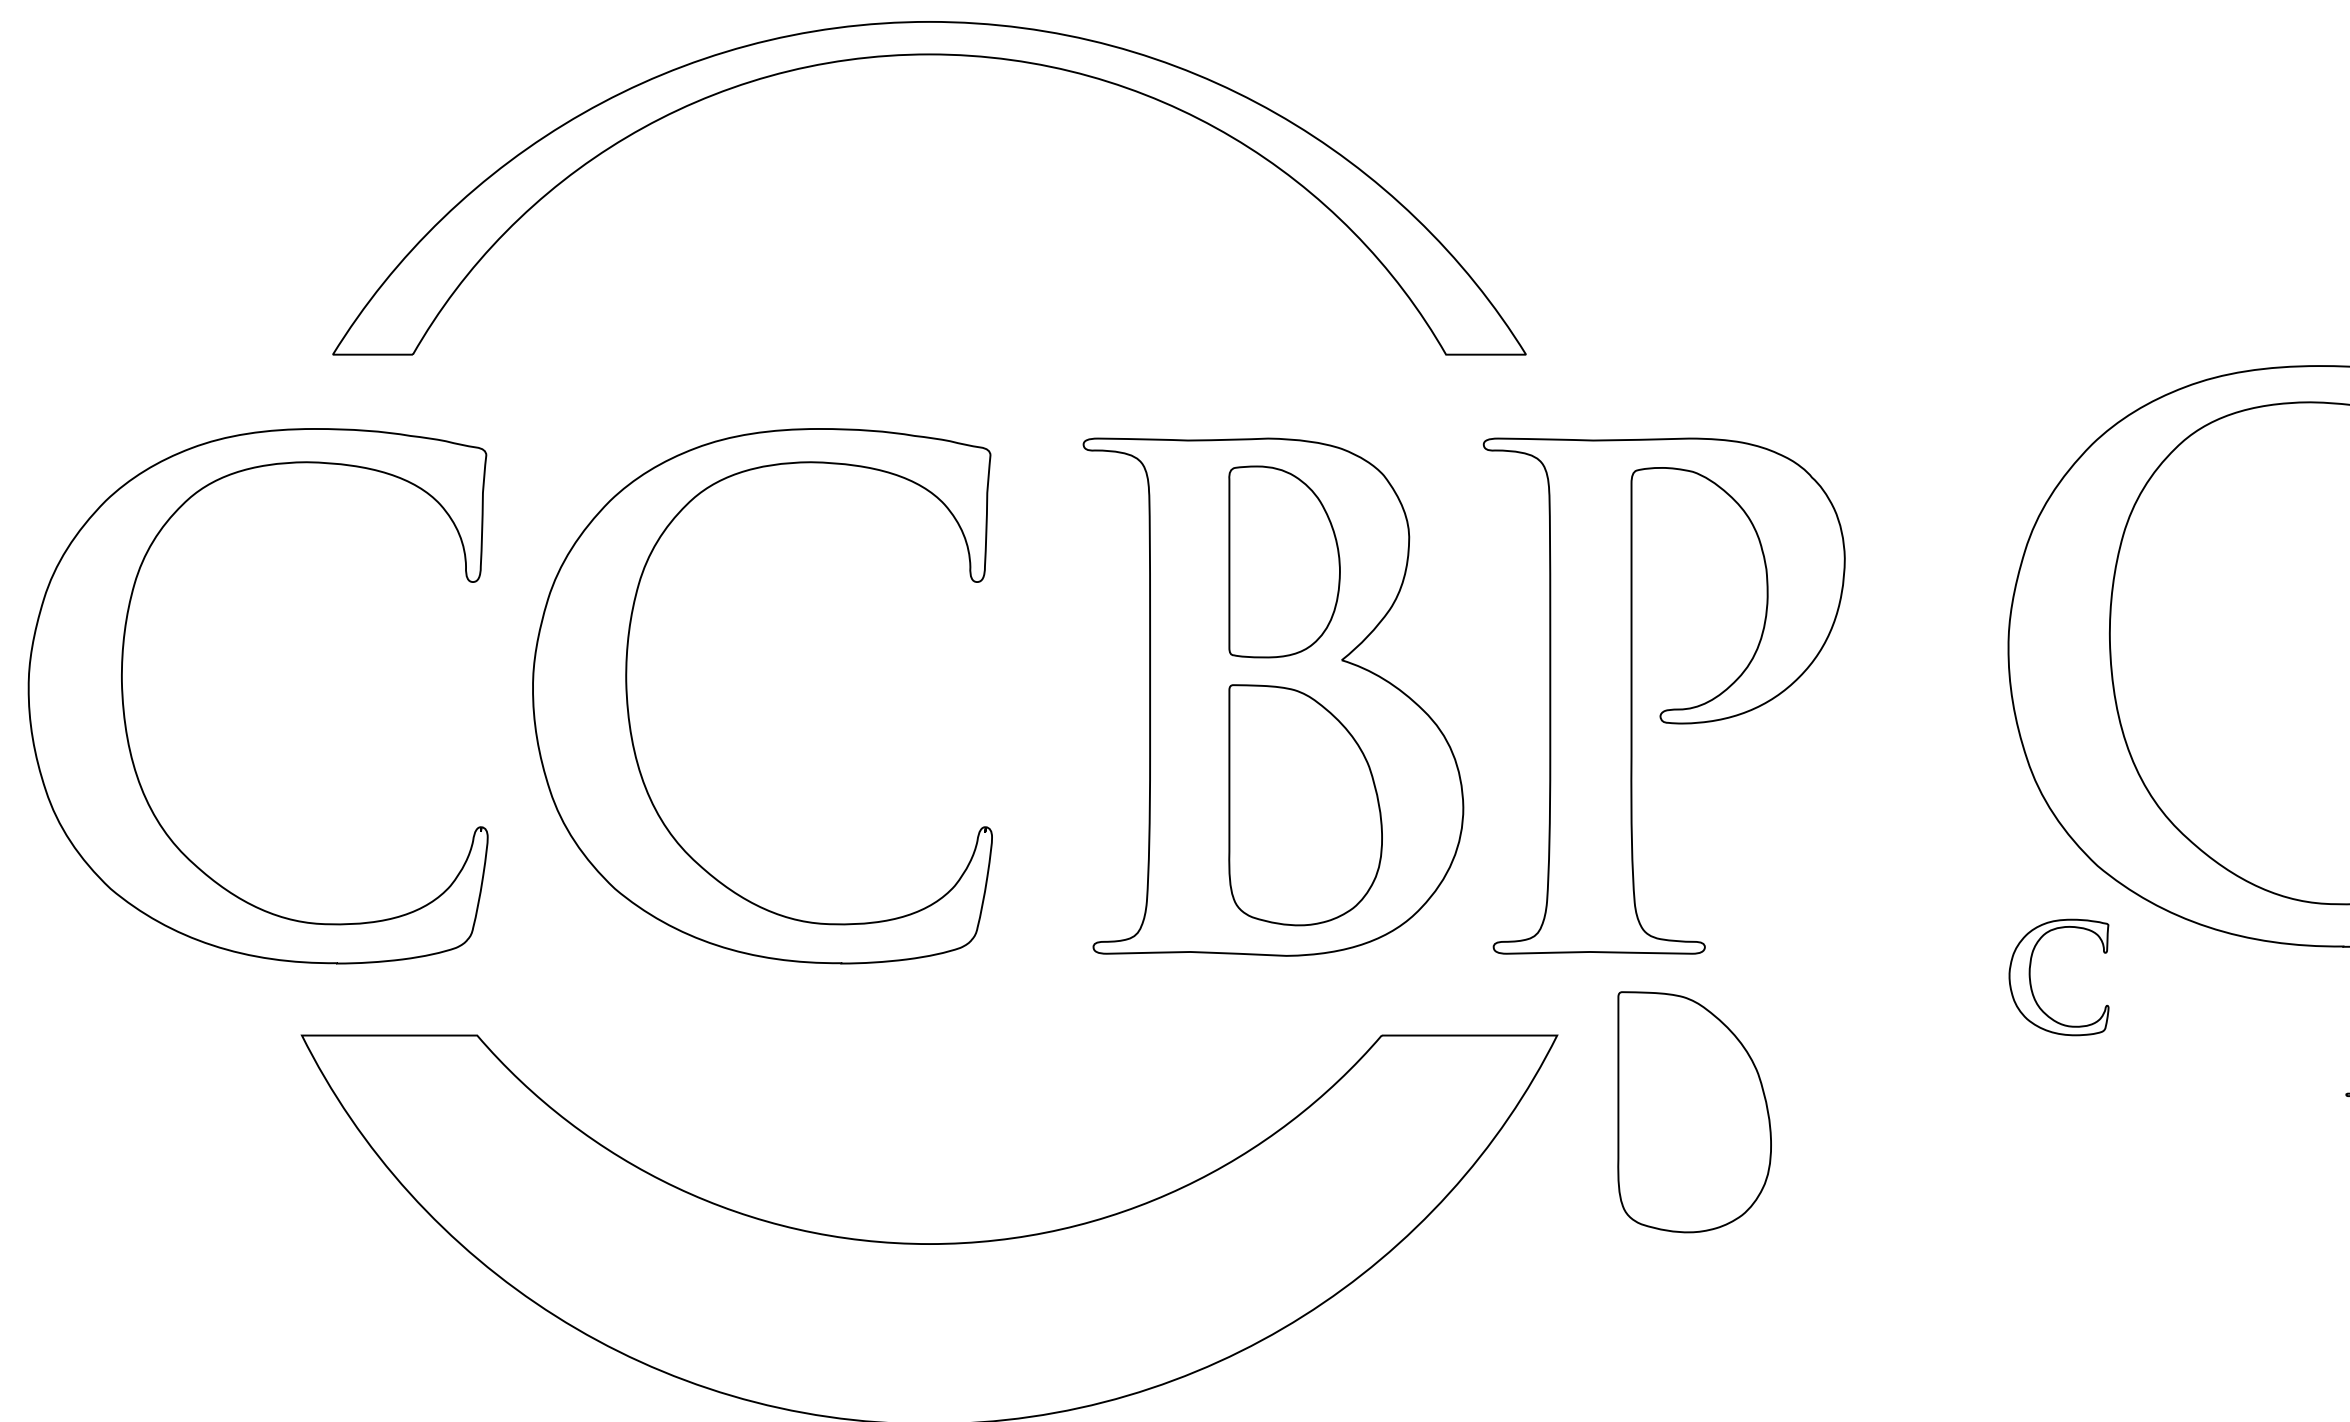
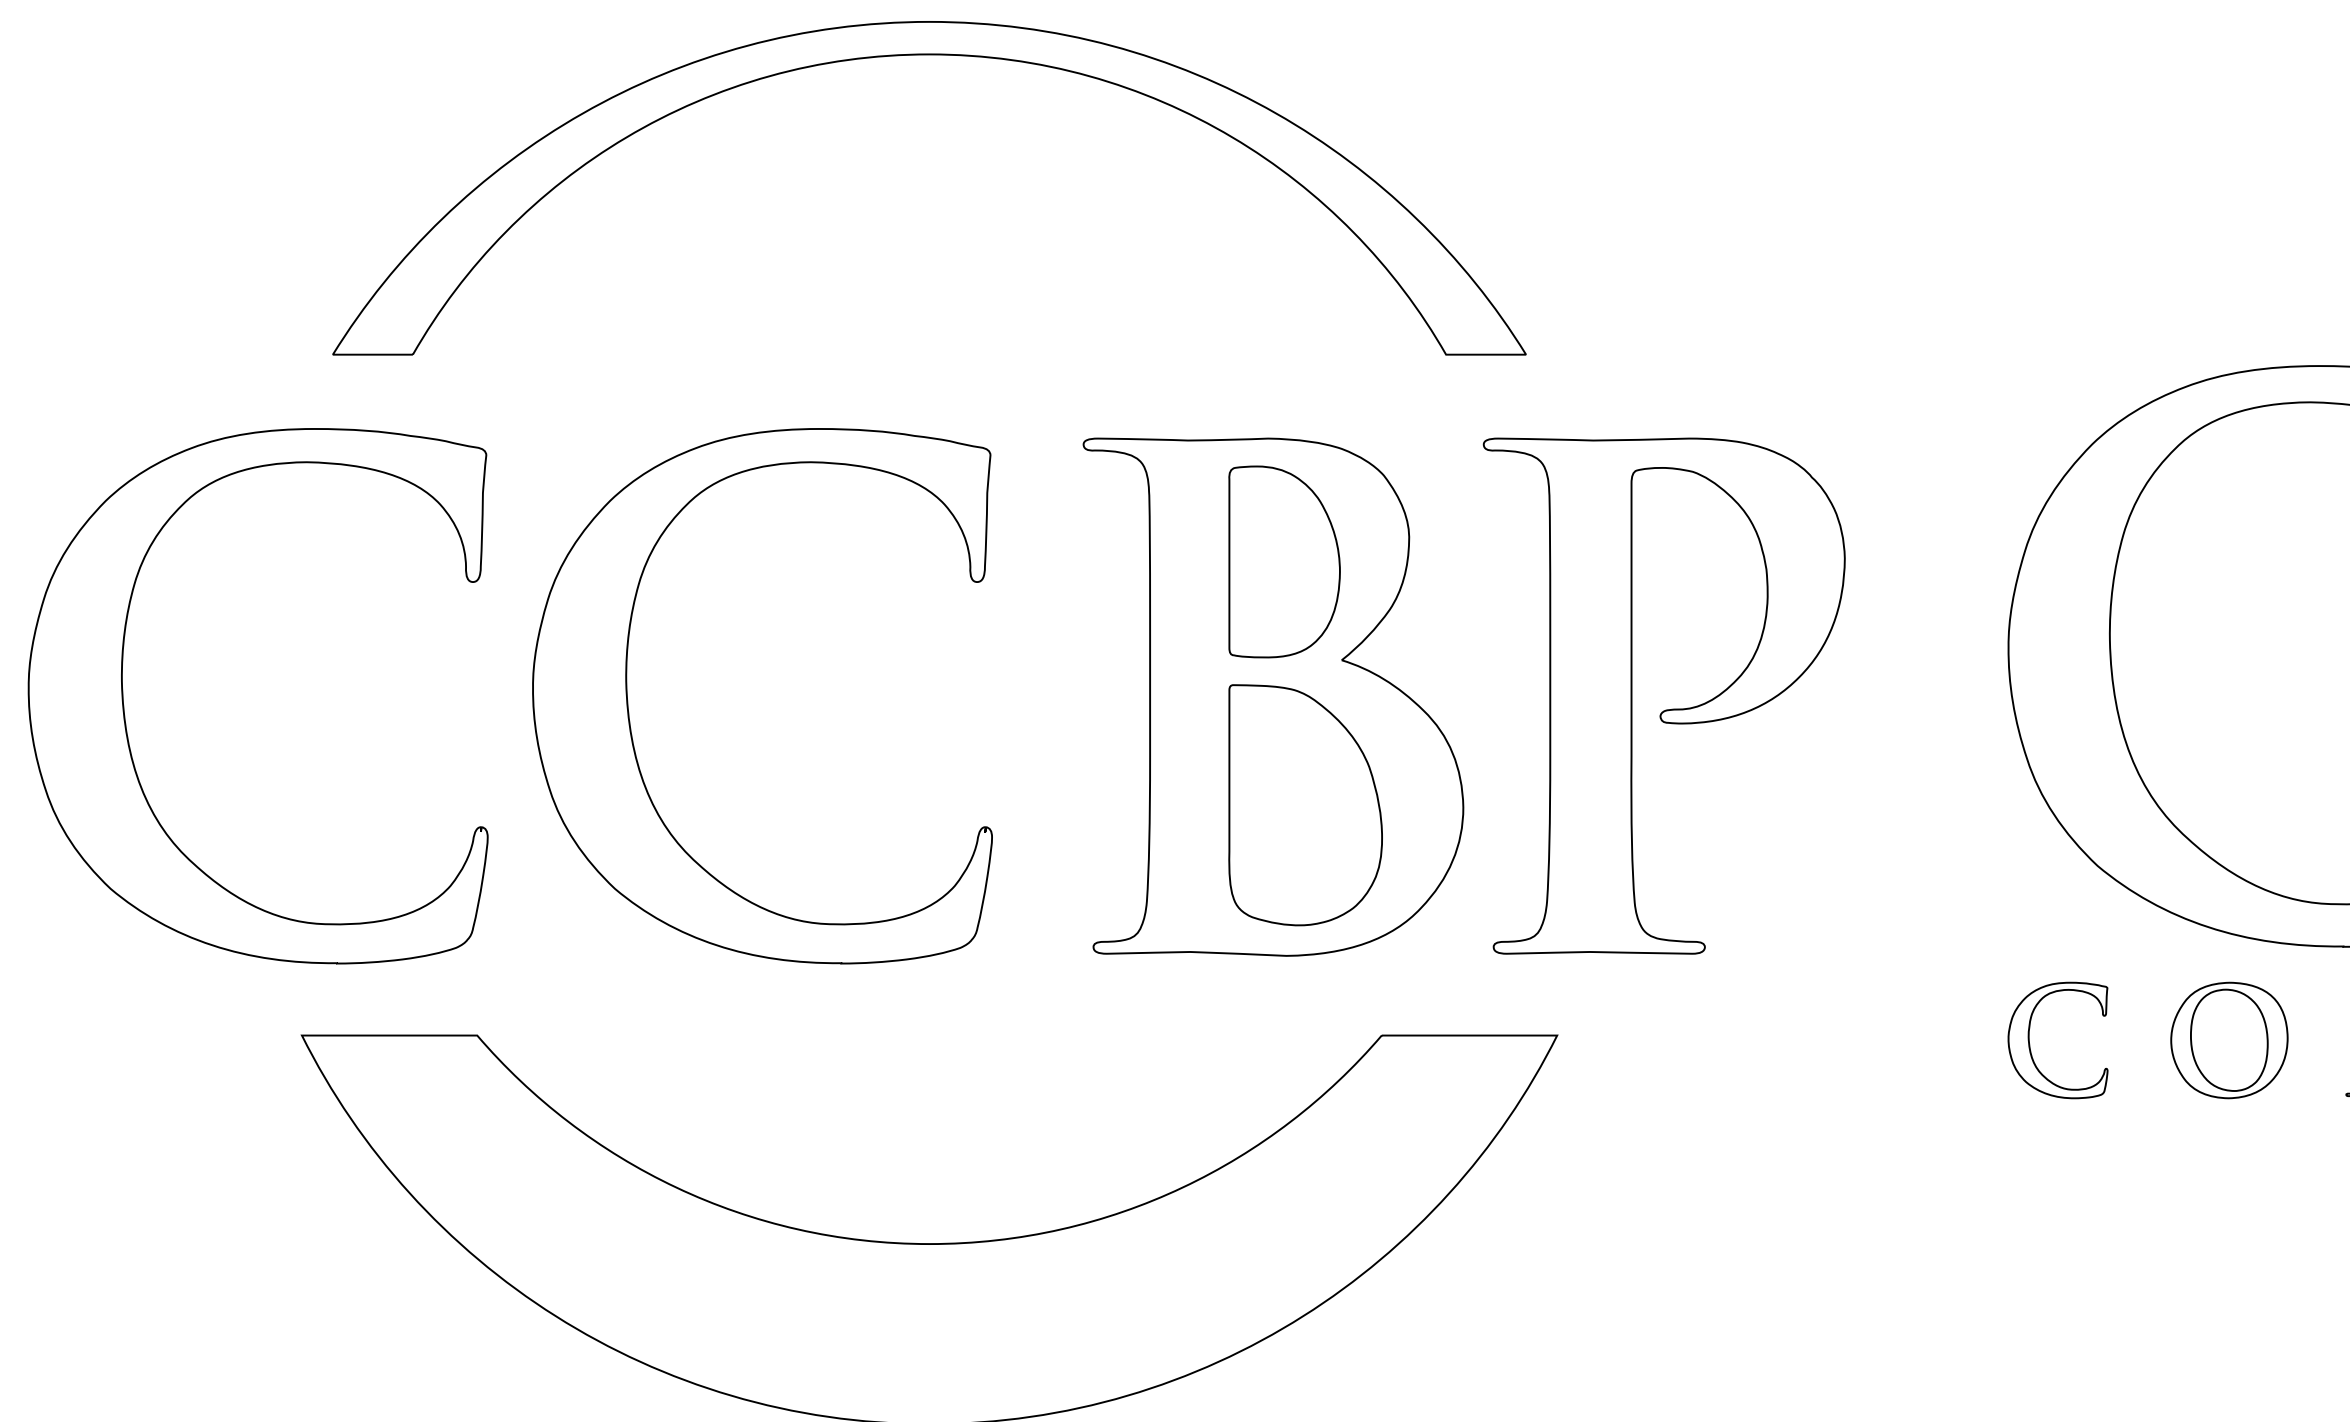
part at (2031, 981) position: (2031, 981) -> (2030, 1044)
part at (2229, 1040): none -> present
part at (1694, 1112): present -> none
